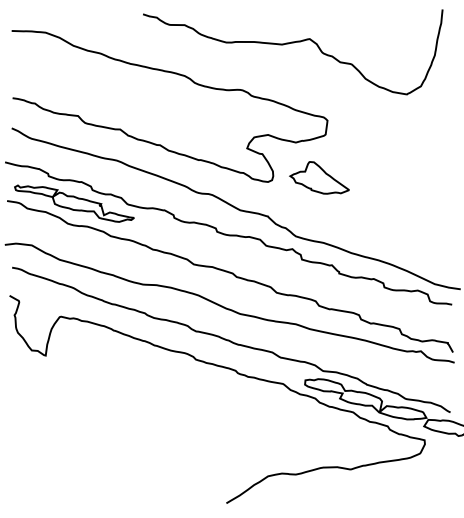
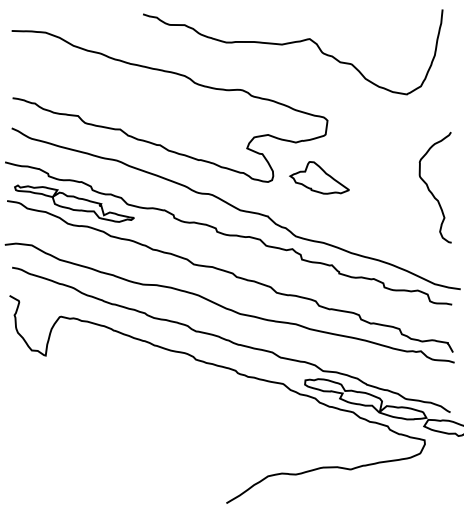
curve at (430, 190): none -> present
